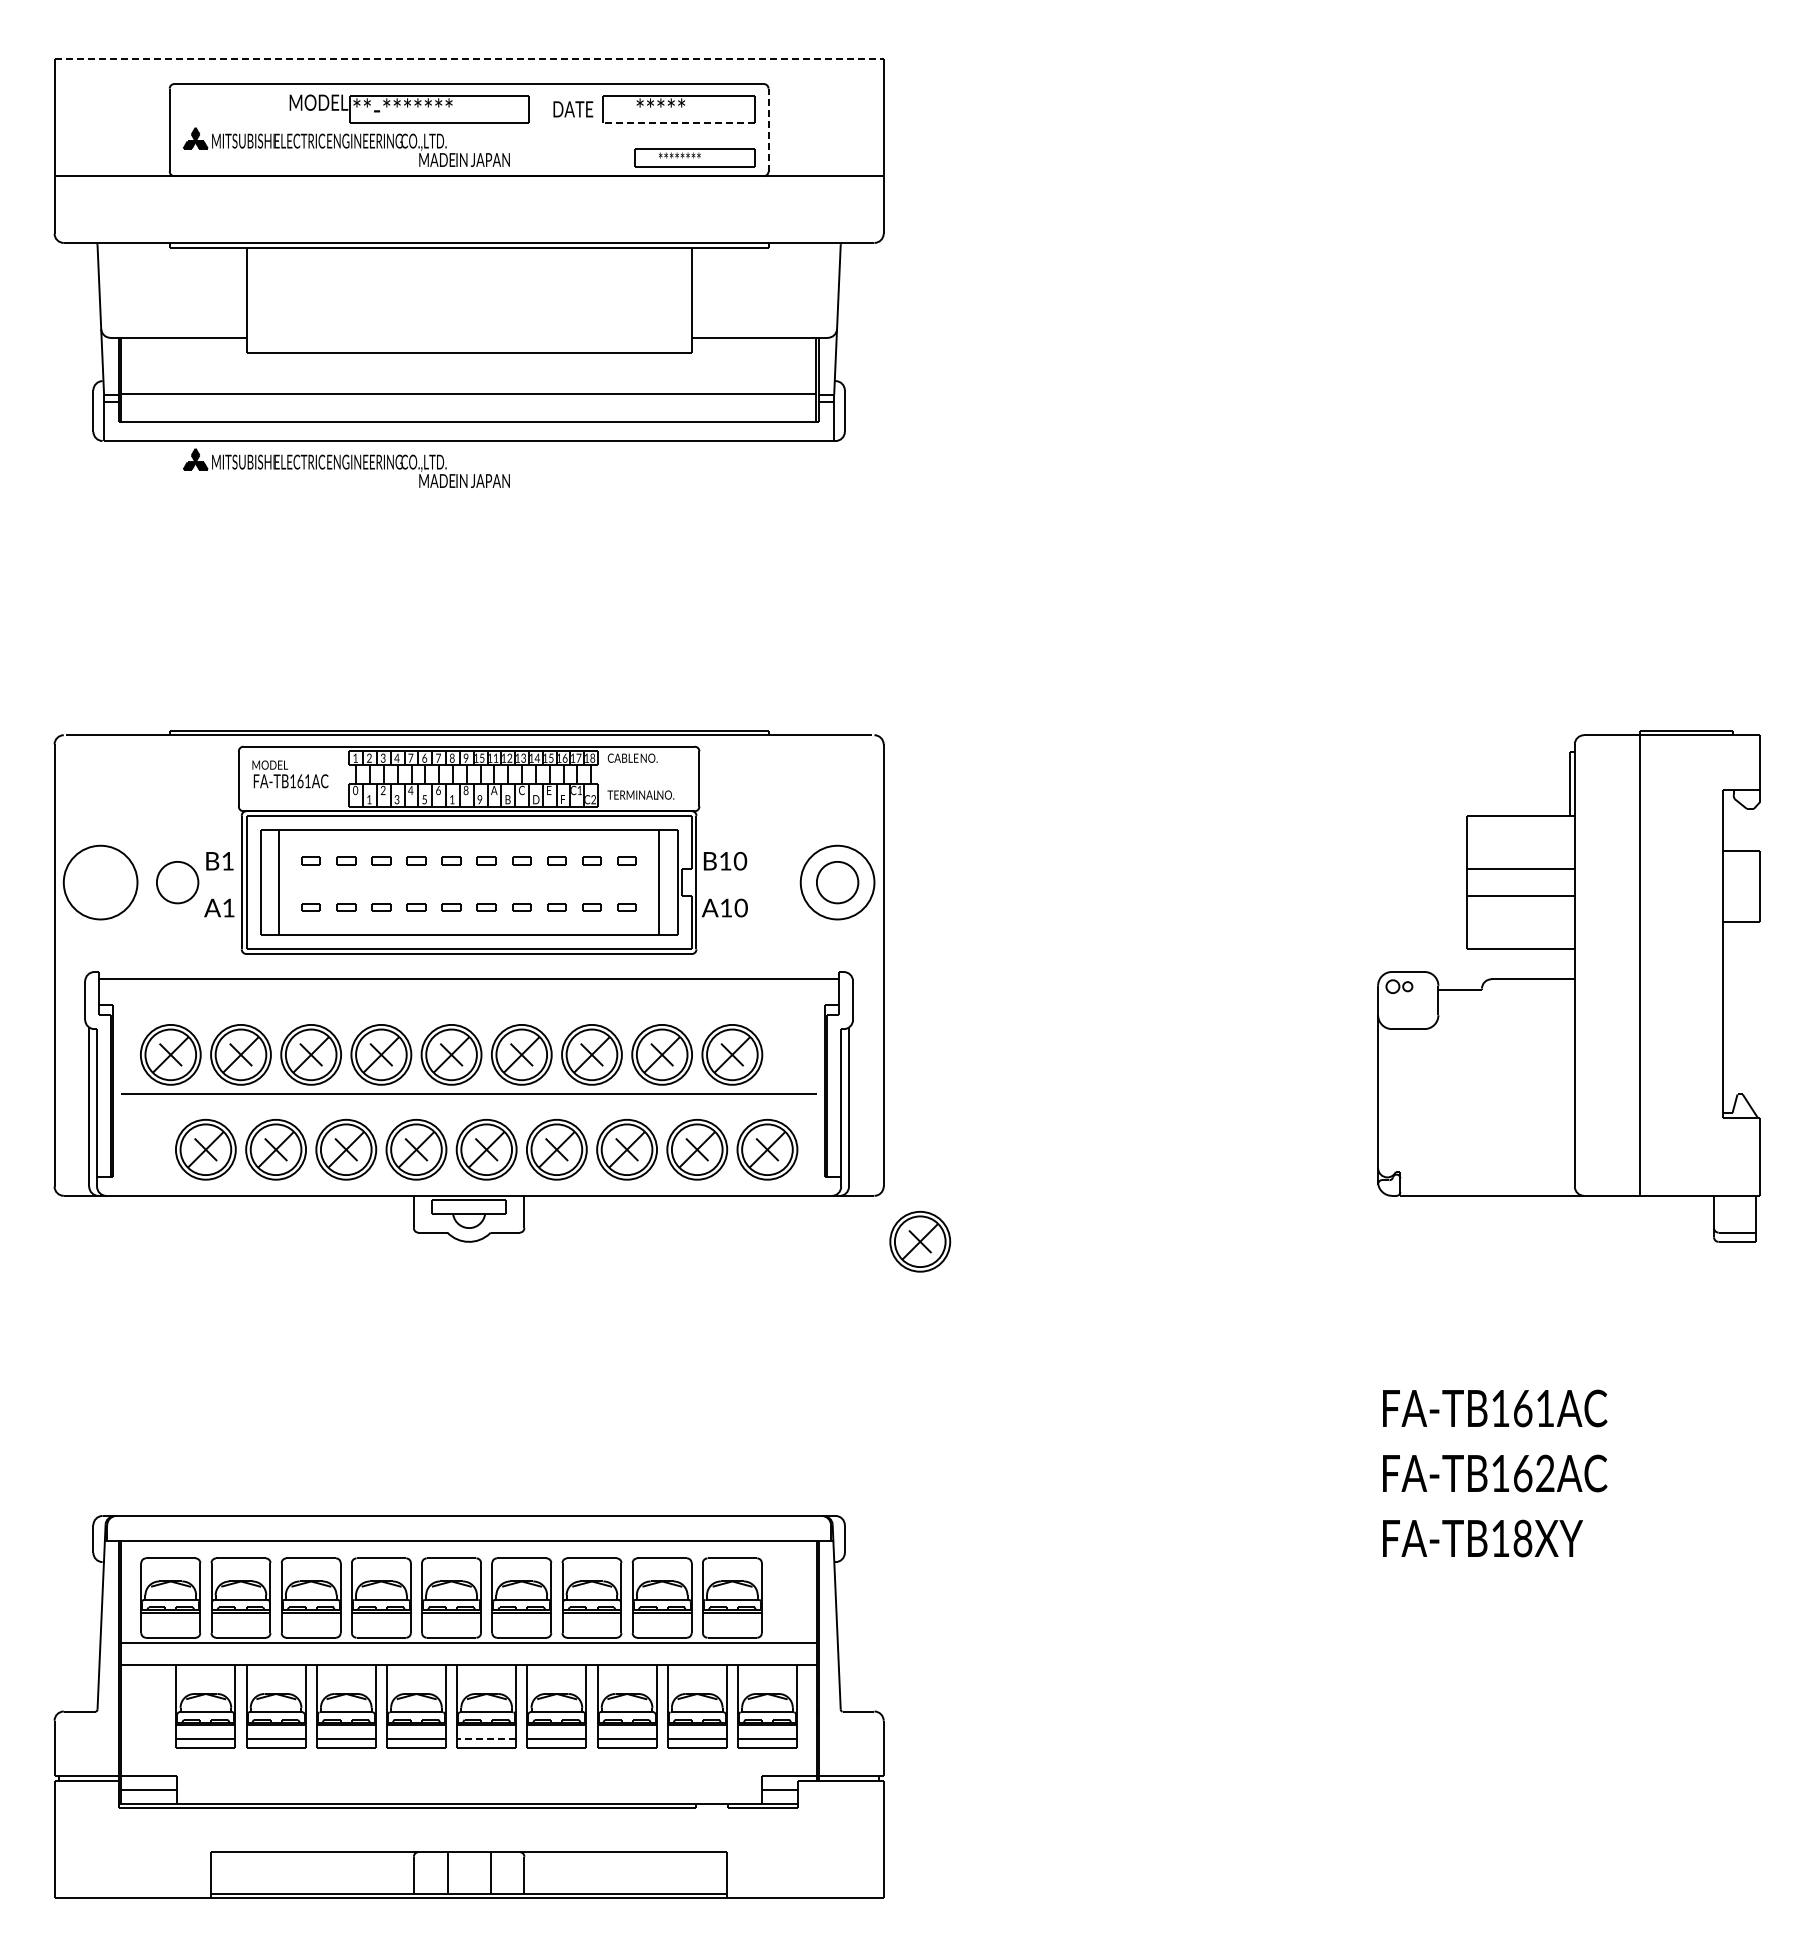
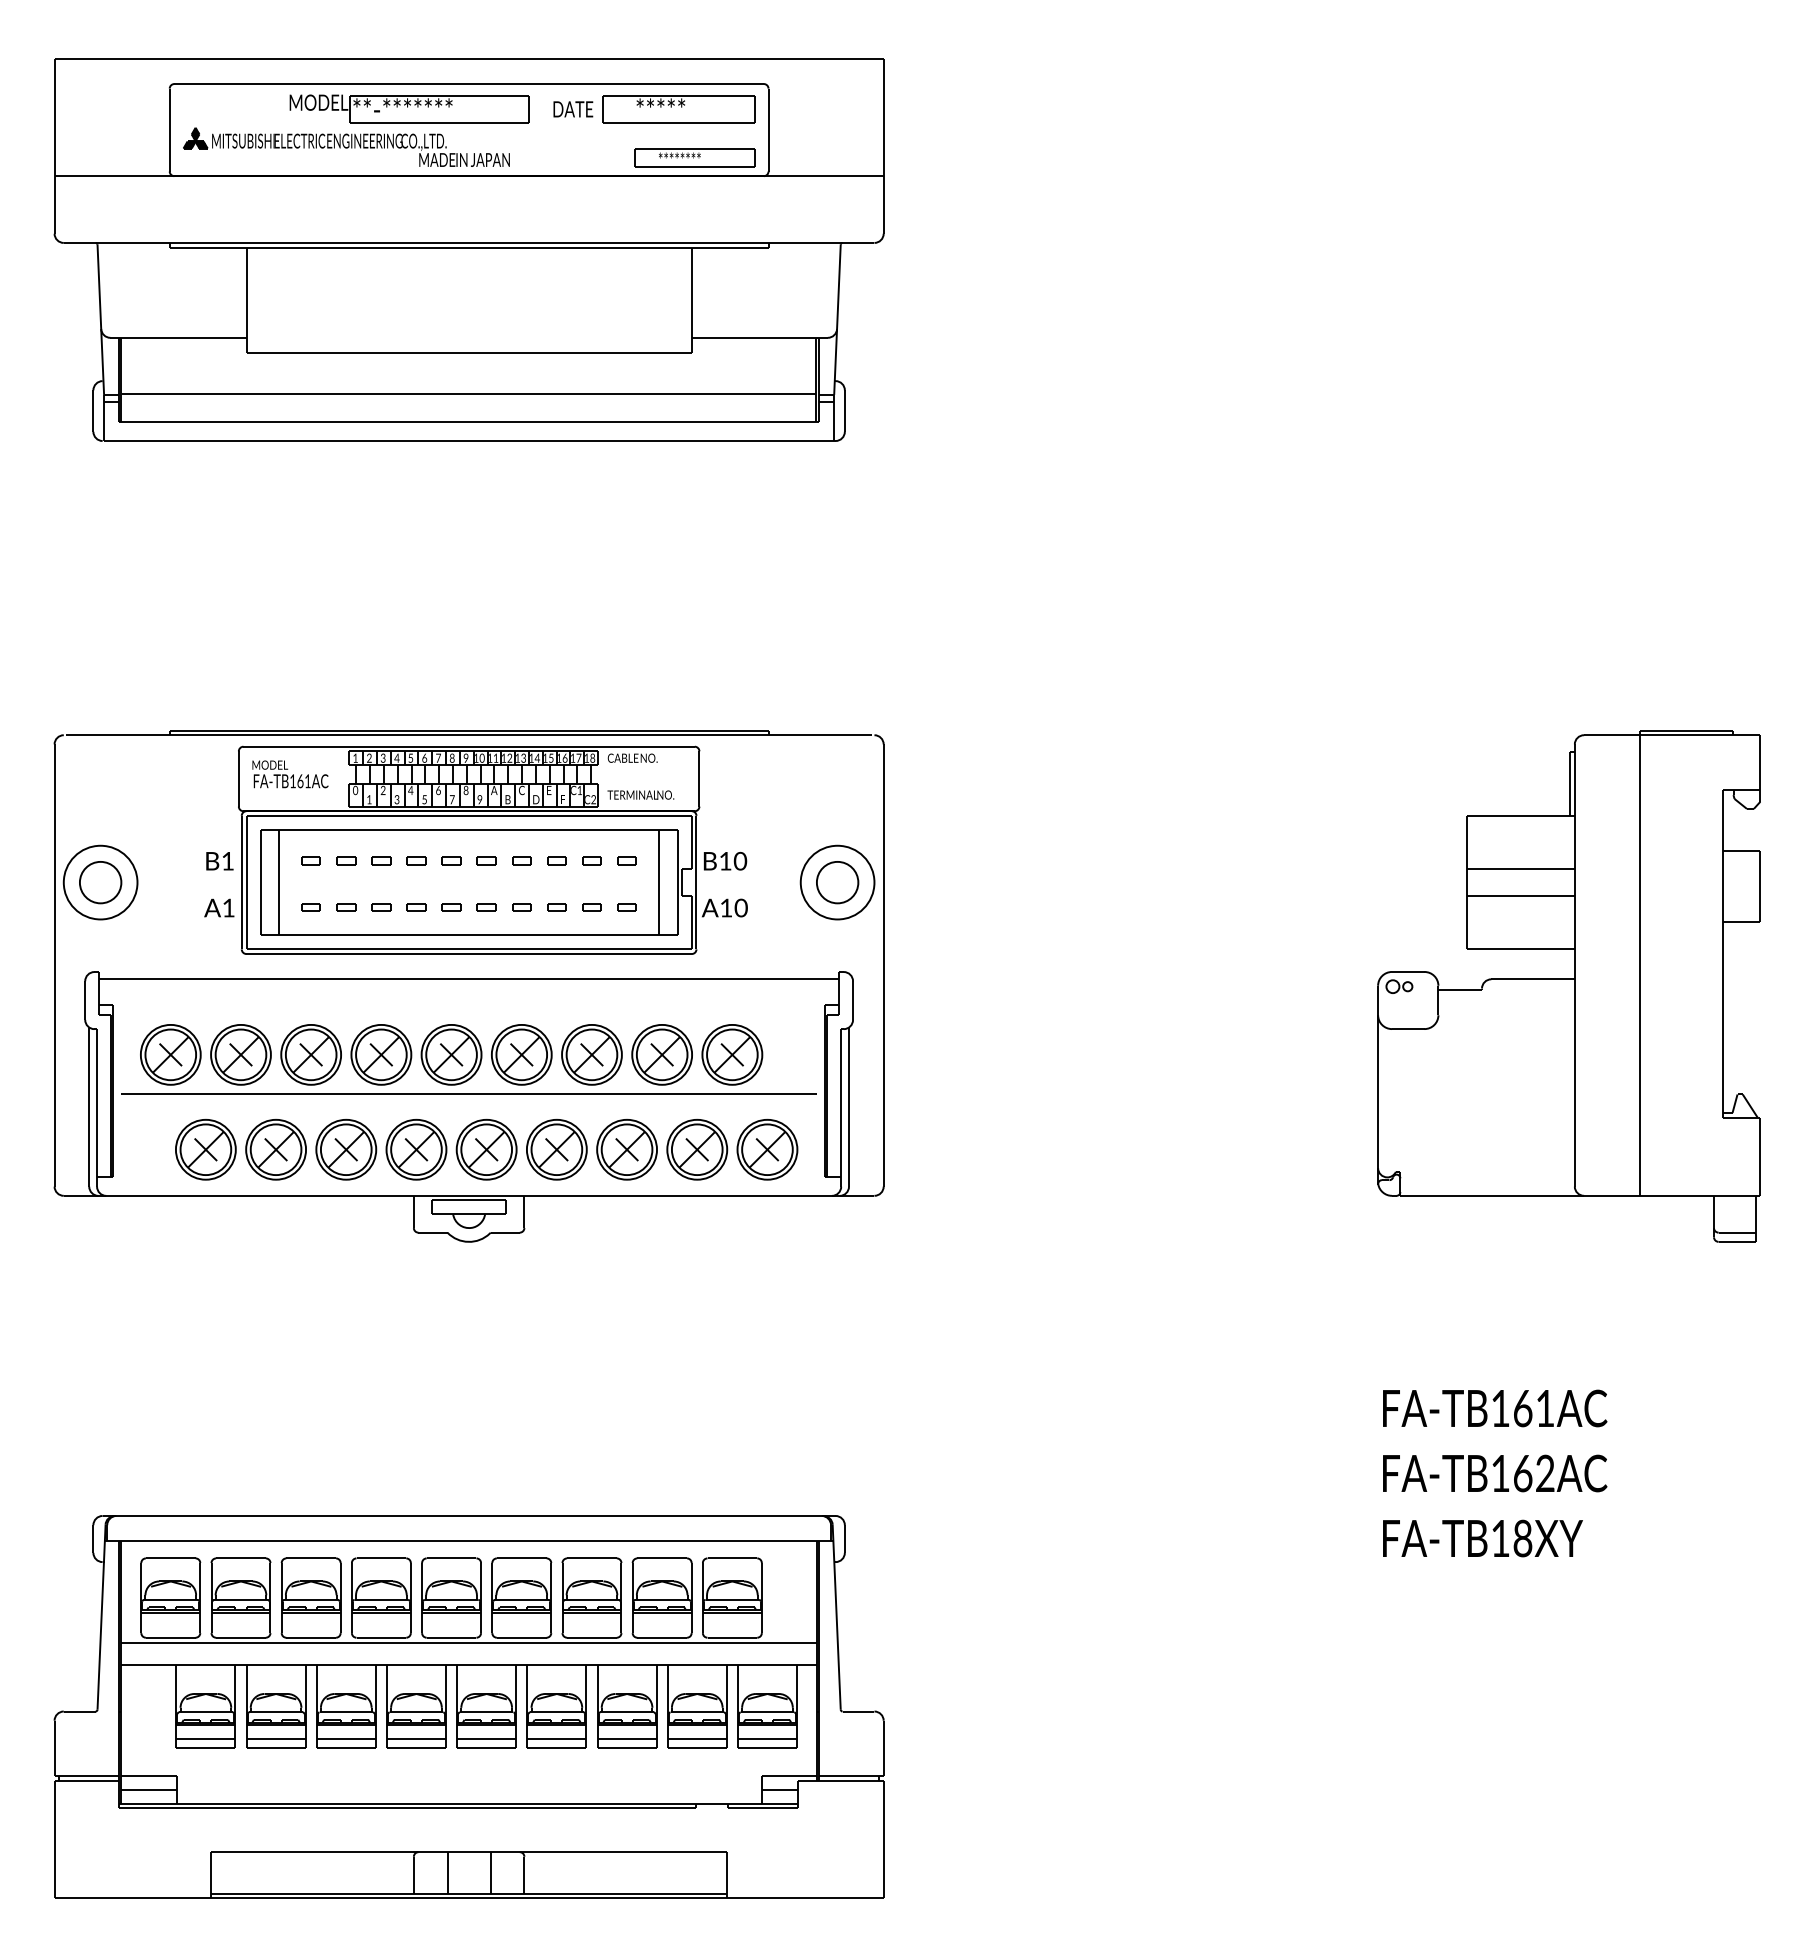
line at (469, 58): dashed -> solid
line at (678, 123): dashed -> solid
line at (768, 129): dashed -> solid
part at (346, 467): present -> none
text at (410, 757): 7 -> 5
text at (481, 757): 15 -> 10
text at (451, 799): 1 -> 7
part at (177, 882) position: (177, 882) -> (100, 882)
part at (920, 1241): present -> none
line at (486, 1739): dashed -> solid
